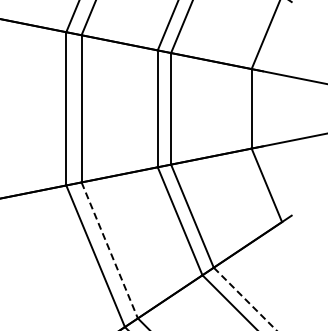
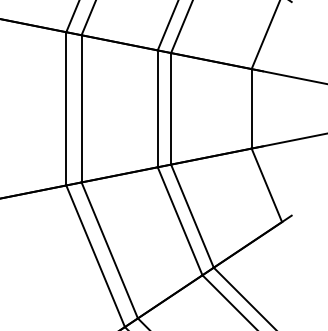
line at (109, 250): dashed -> solid
line at (245, 299): dashed -> solid
